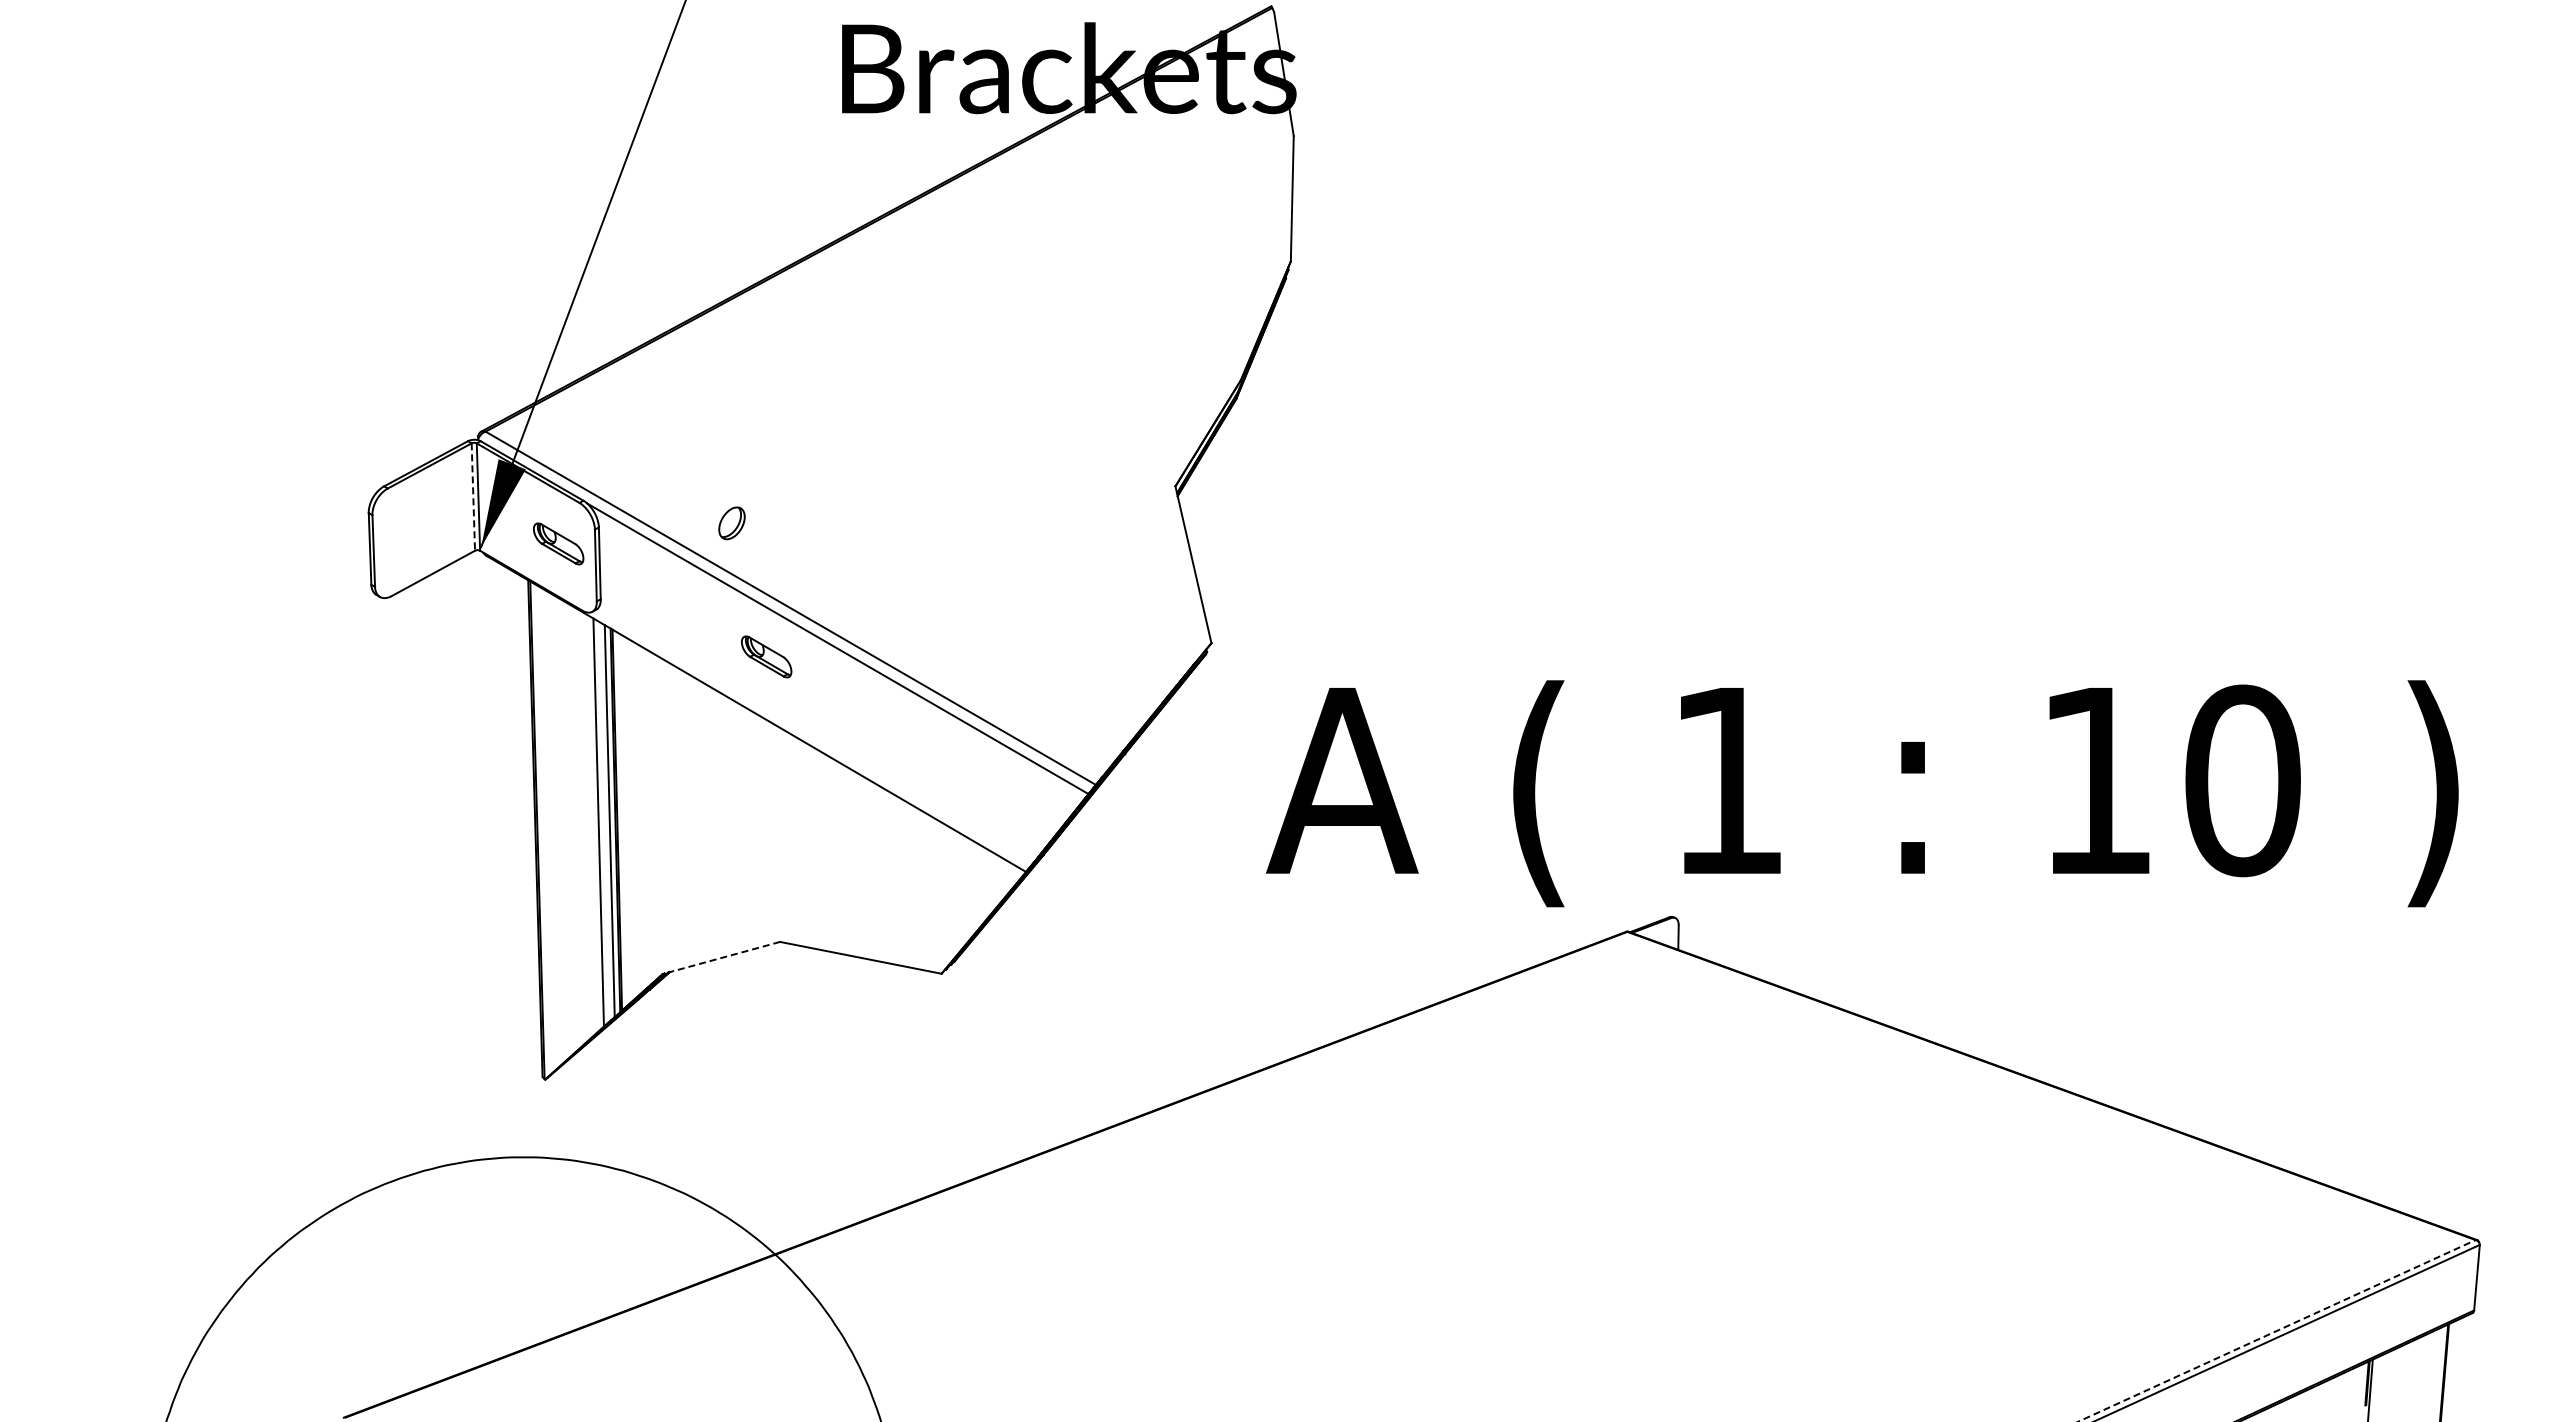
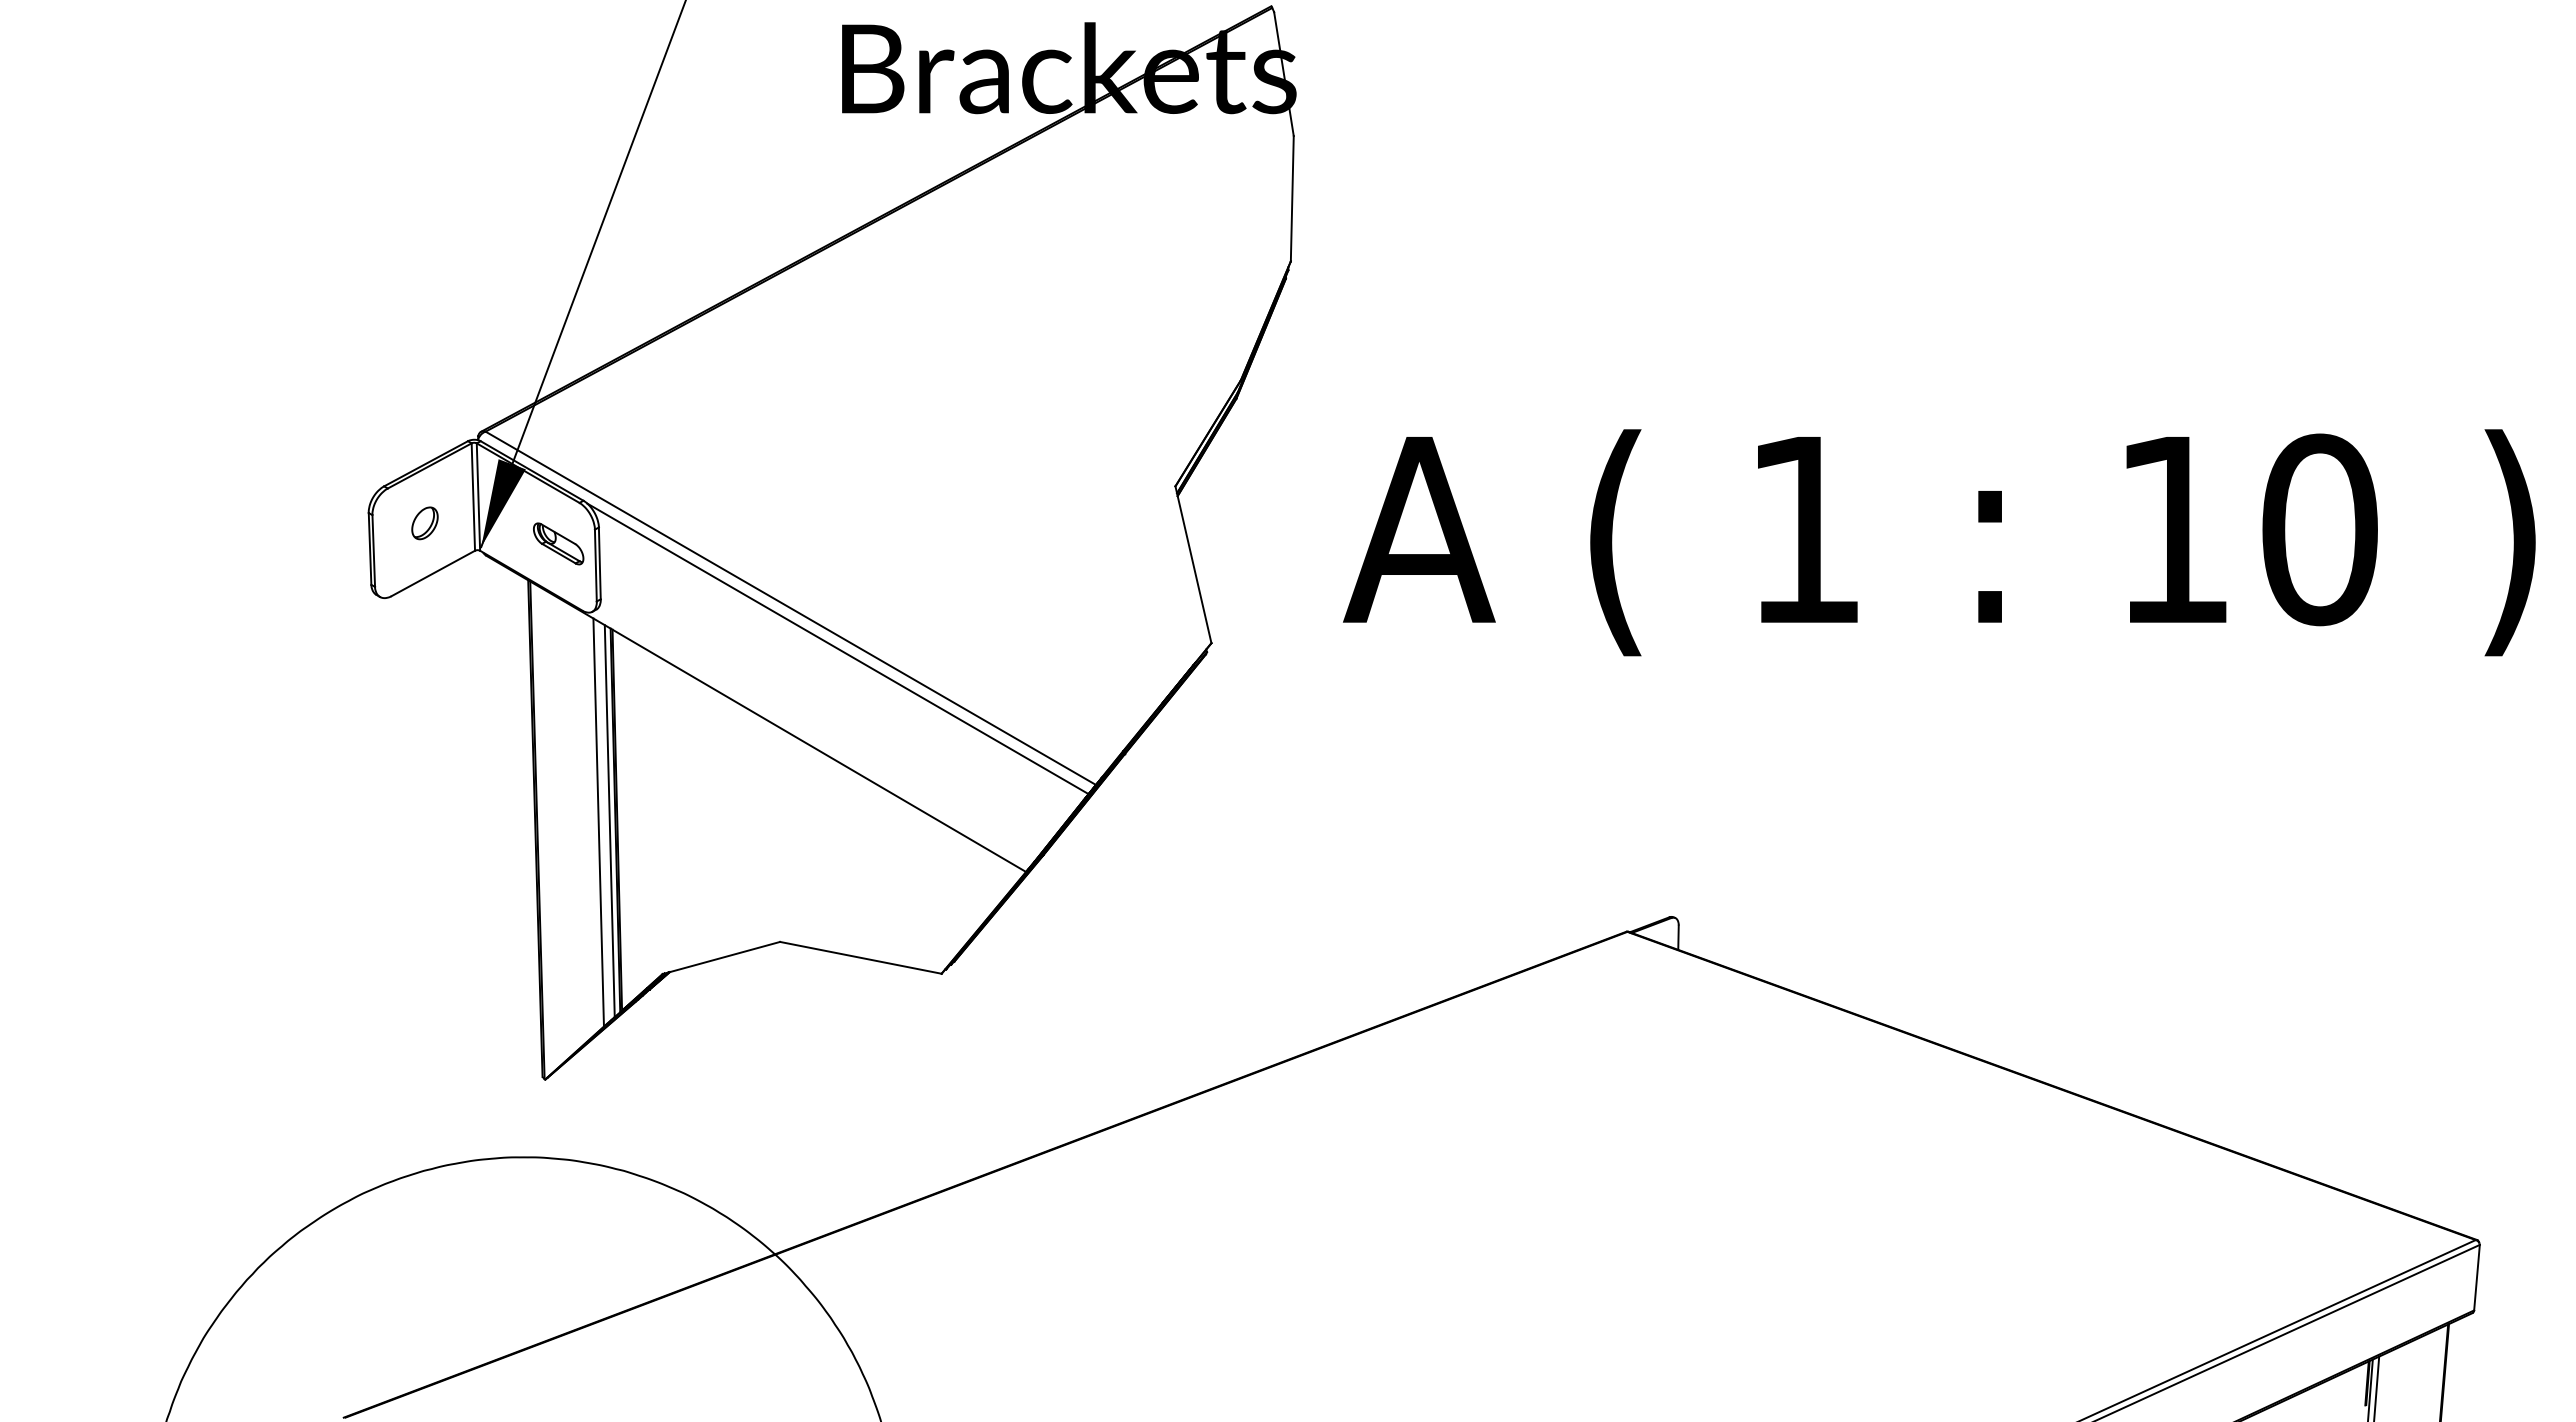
line at (473, 497): dashed -> solid
part at (731, 523) position: (731, 523) -> (424, 523)
part at (766, 656): present -> none
text at (1862, 793) position: (1862, 793) -> (1939, 542)
line at (721, 958): dashed -> solid
line at (2277, 1330): dashed -> solid
line at (2376, 1387): none -> present
